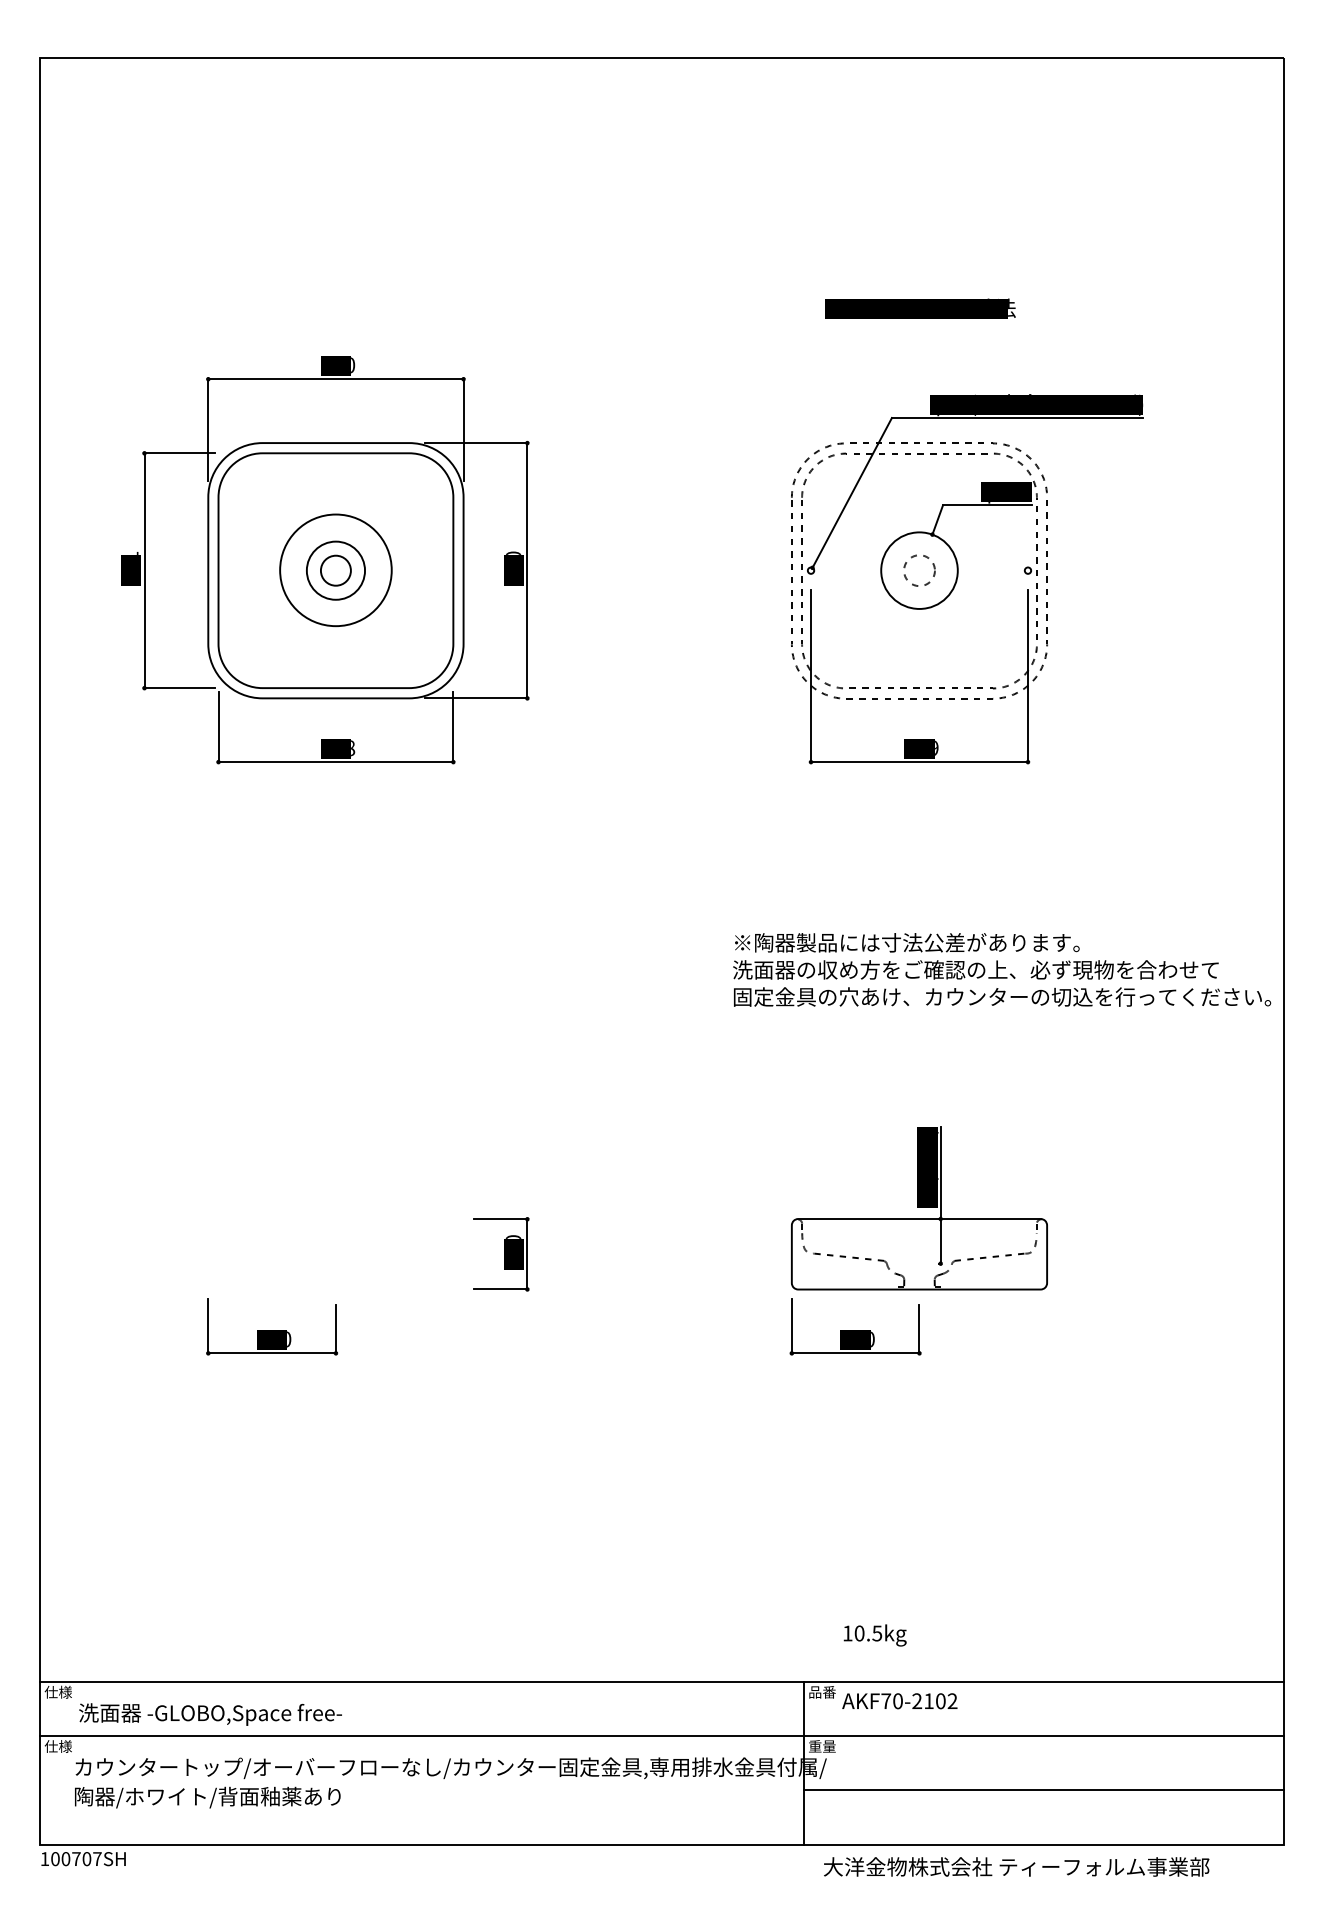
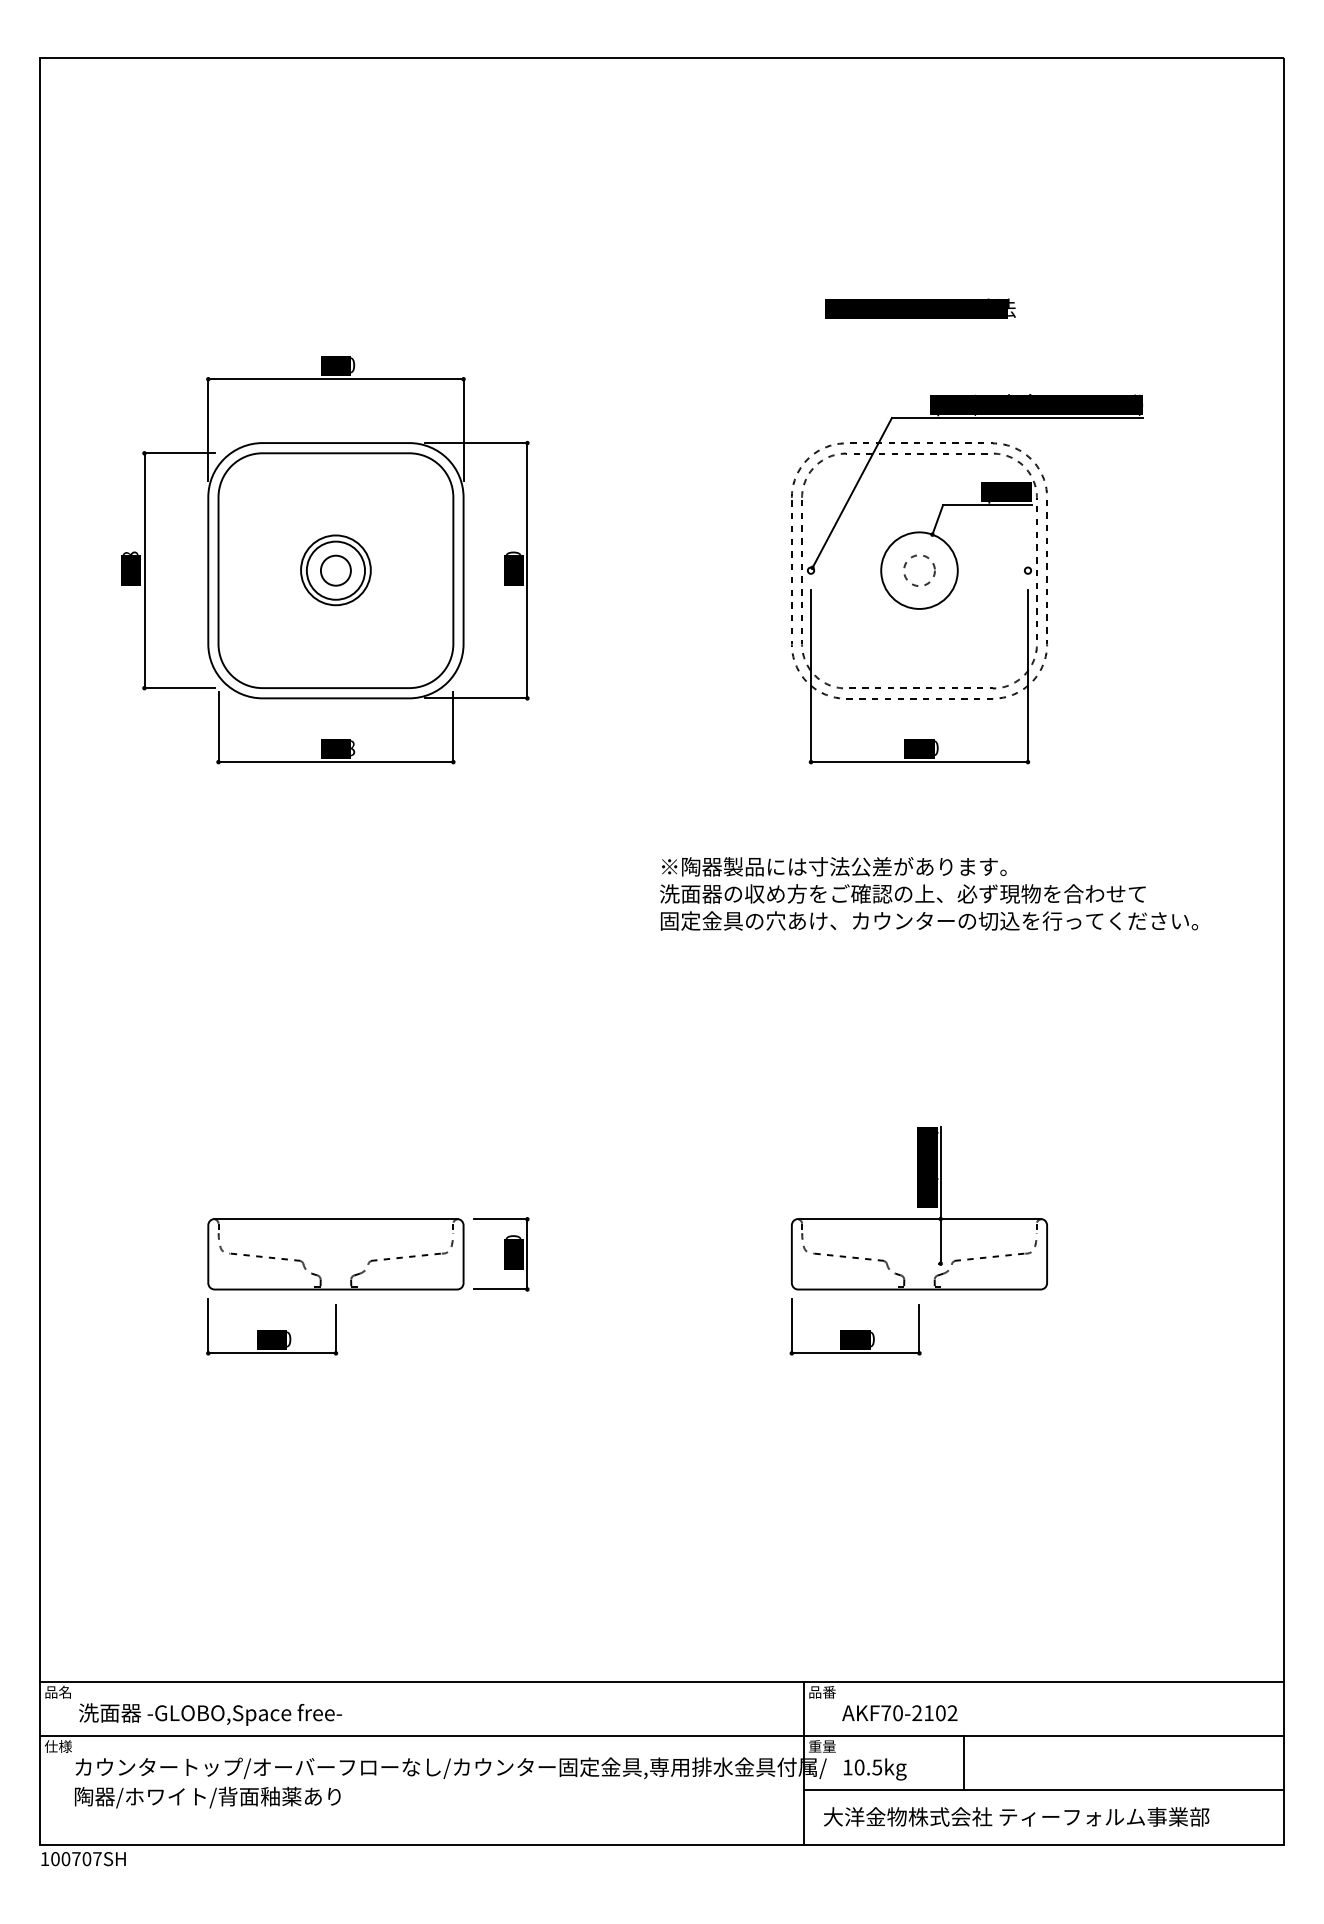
text at (130, 552): 471 -> 368
circle at (335, 570) diameter: 112 px -> 70 px
text at (936, 747): 239 -> 340
text at (1002, 969) position: (1002, 969) -> (929, 893)
part at (335, 1254): none -> present
text at (874, 1635) position: (874, 1635) -> (874, 1769)
text at (57, 1691): 仕様 -> 品名
text at (899, 1701) position: (899, 1701) -> (899, 1713)
line at (963, 1763): none -> present
text at (1016, 1866) position: (1016, 1866) -> (1016, 1816)
